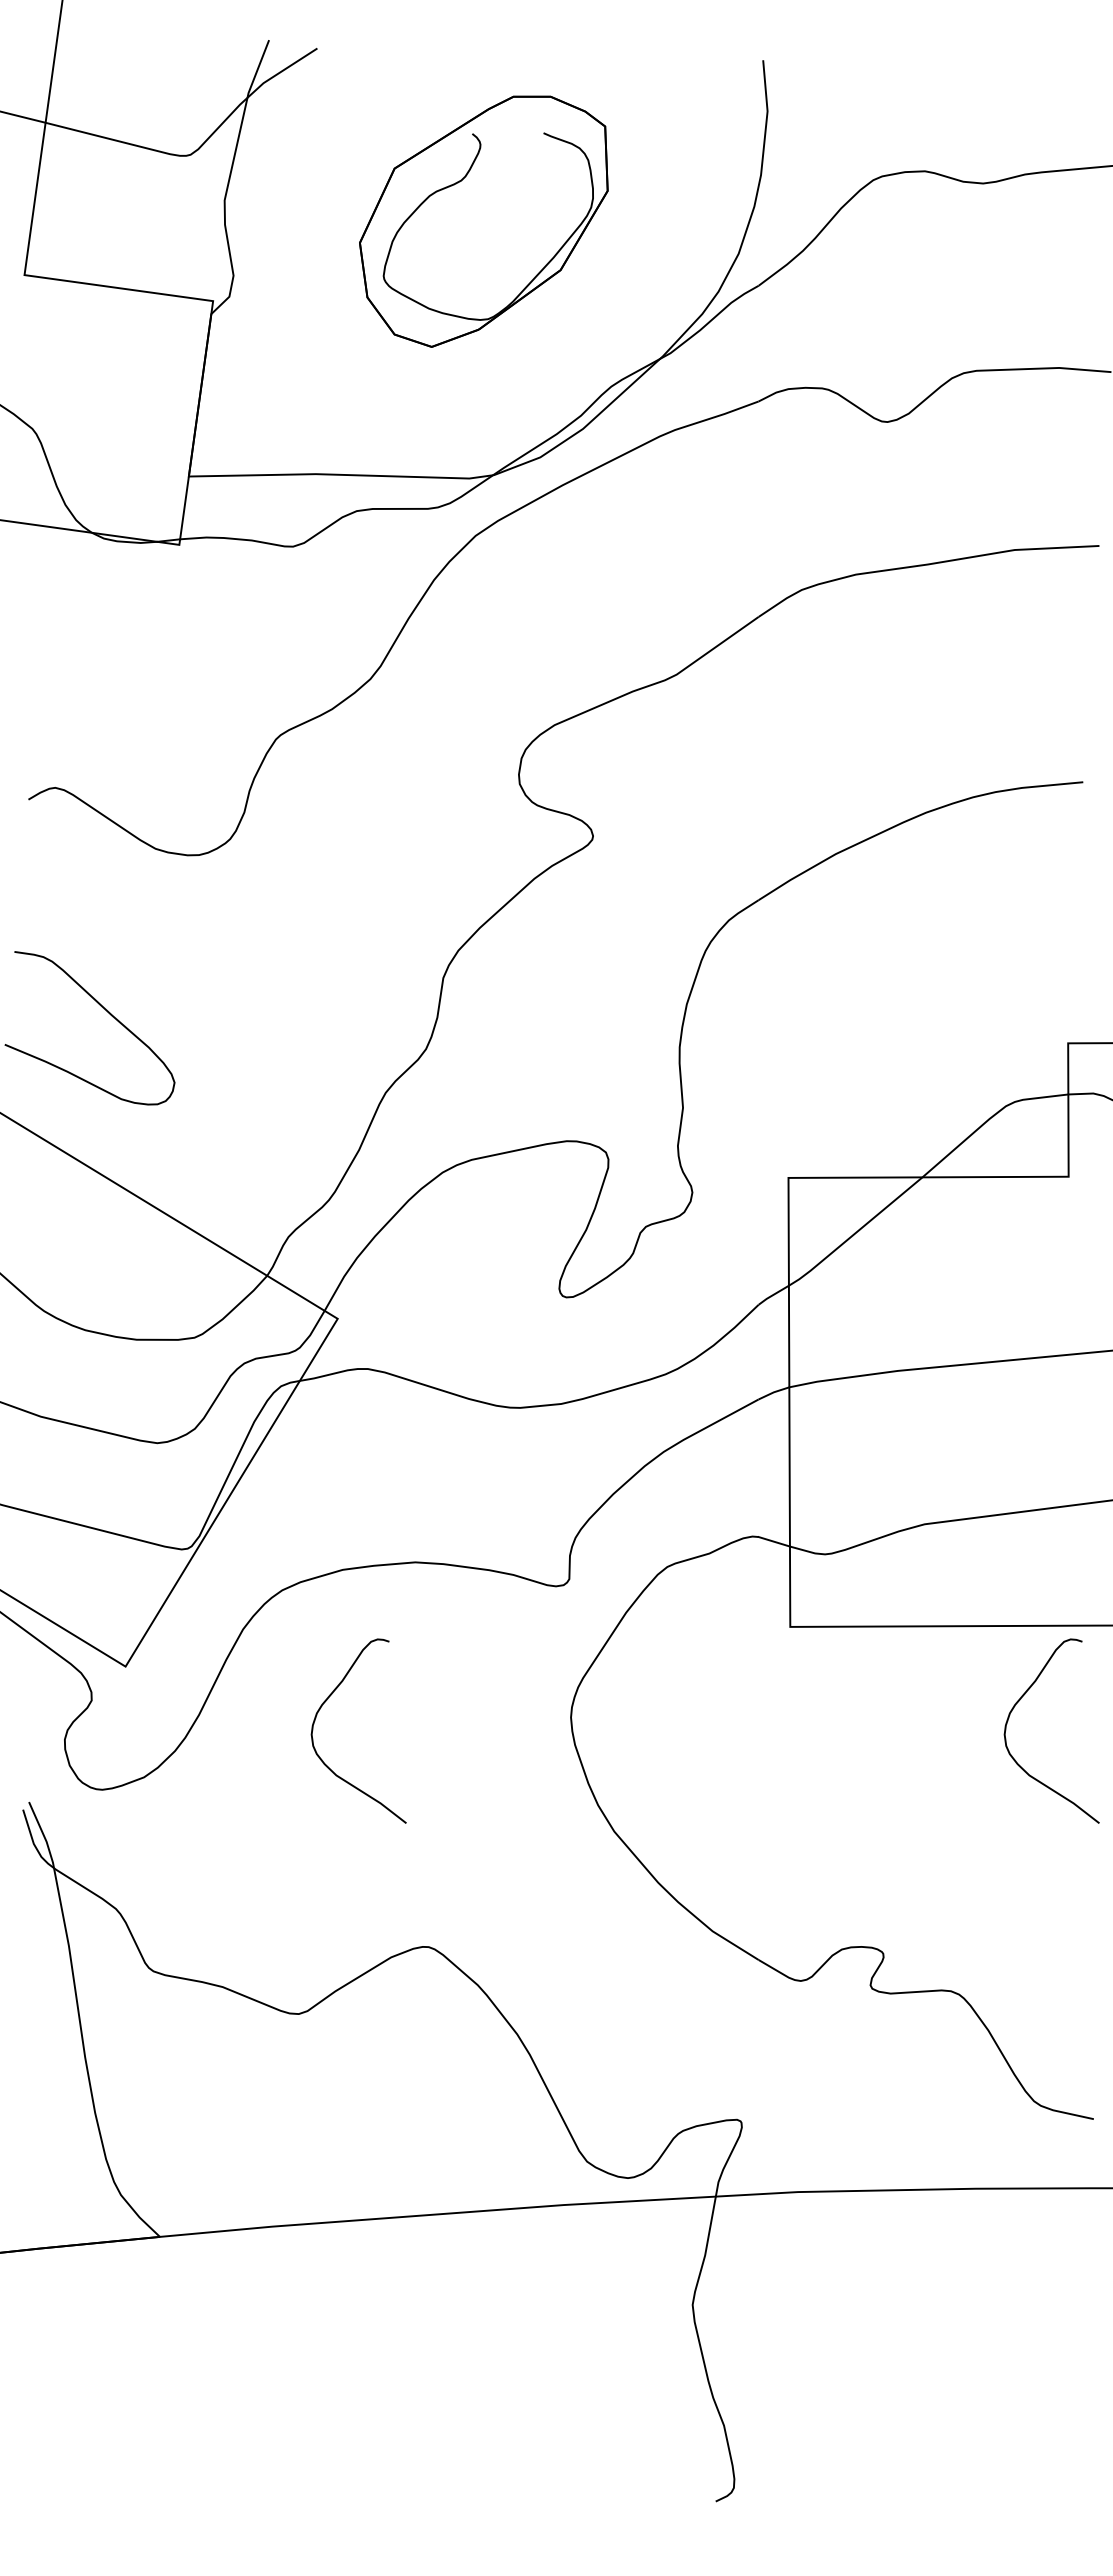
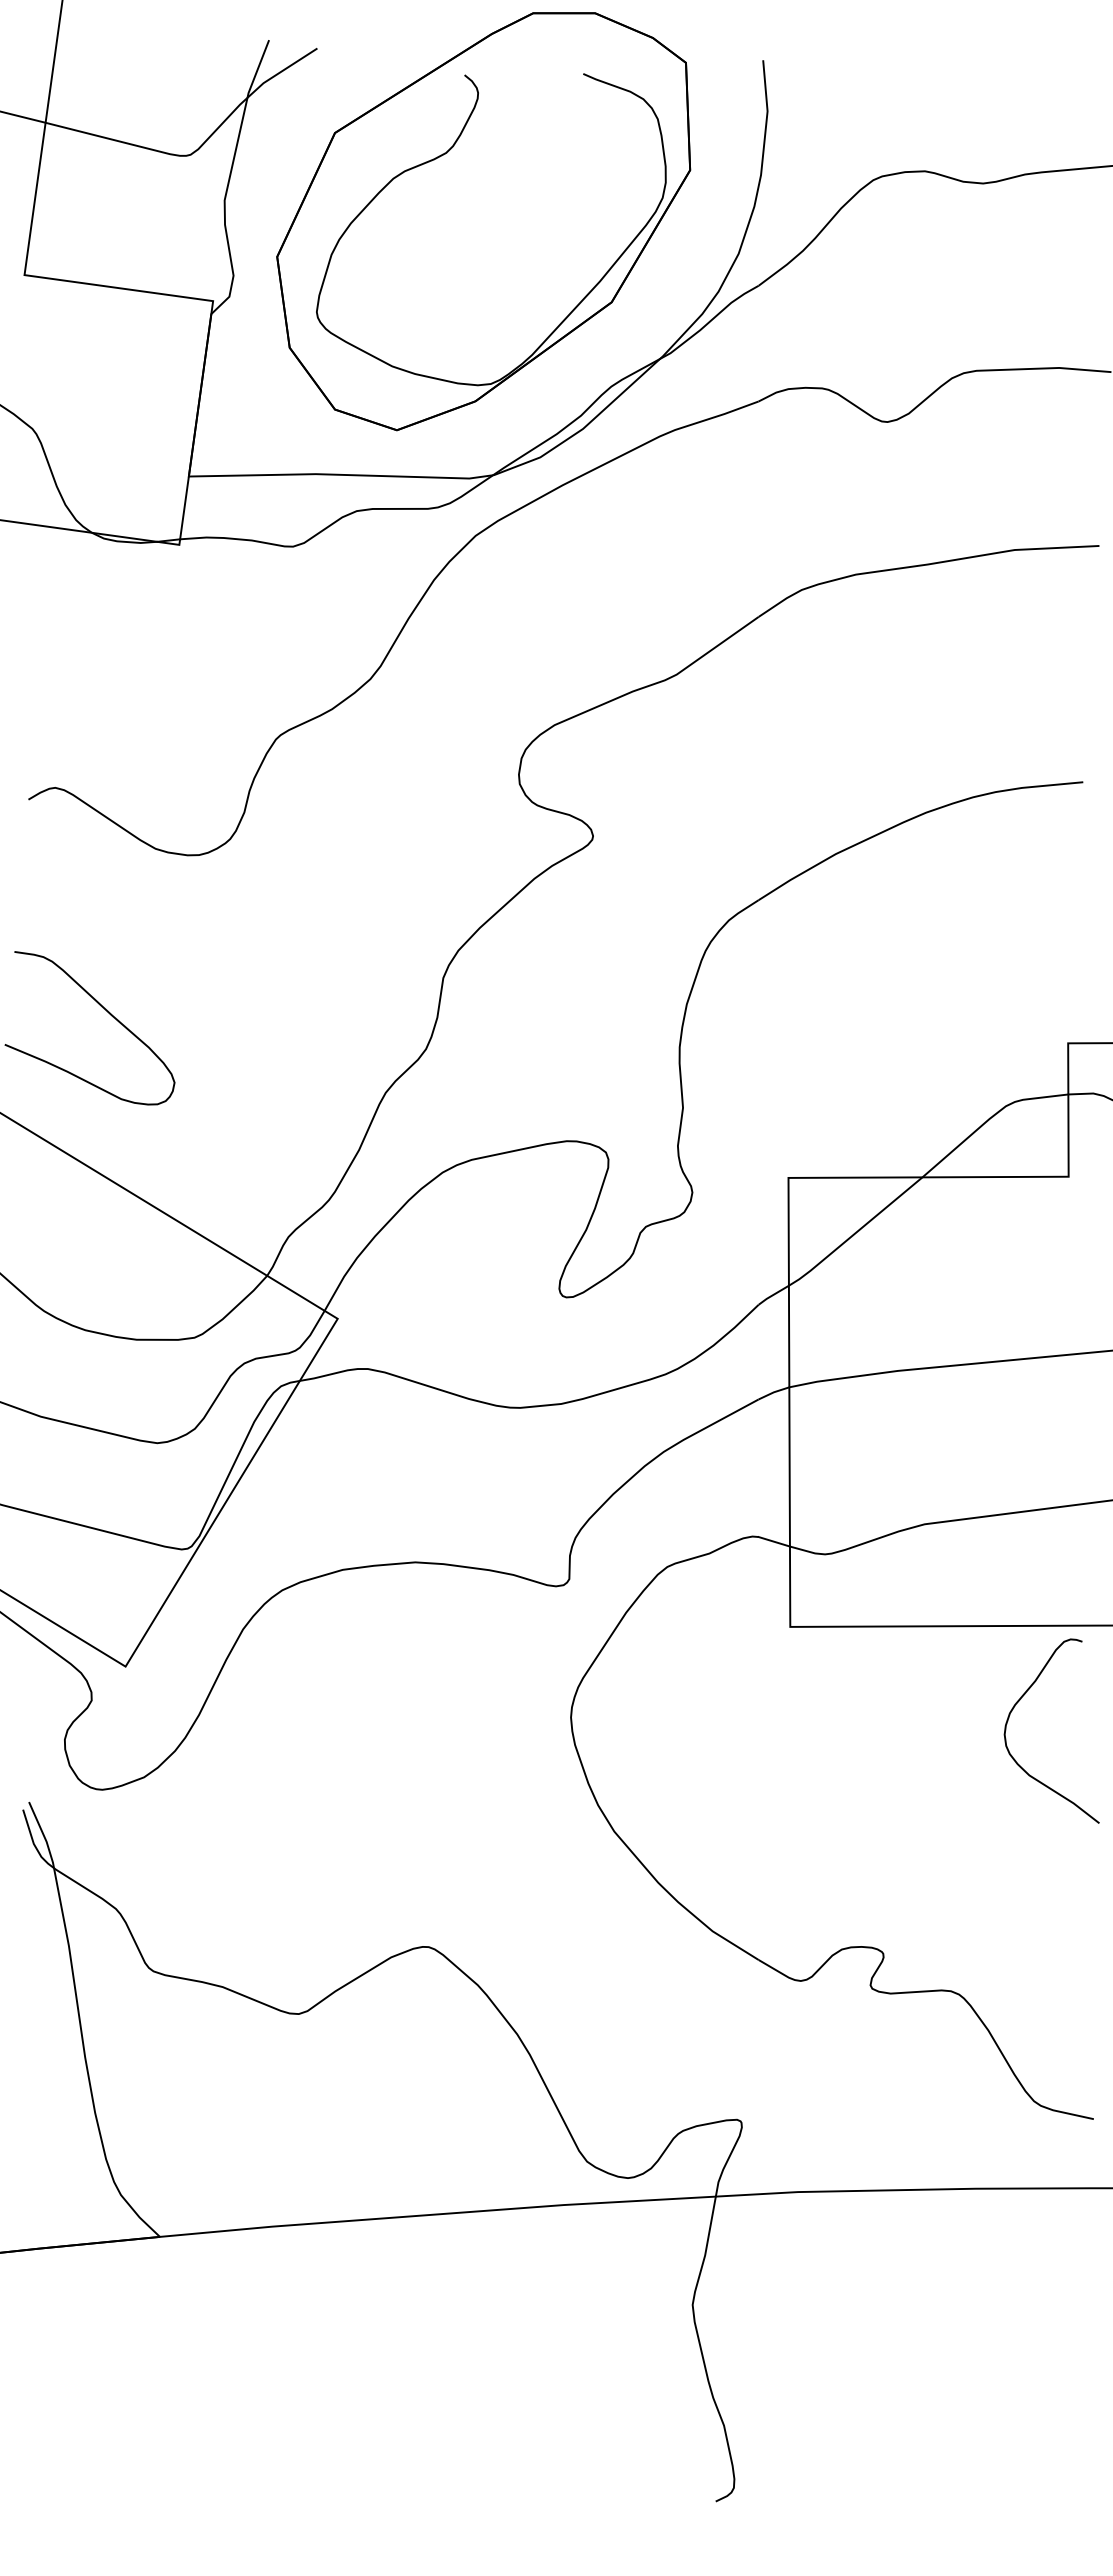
part at (483, 221) size: 250x253 px -> 416x420 px
curve at (327, 1700): present -> none
